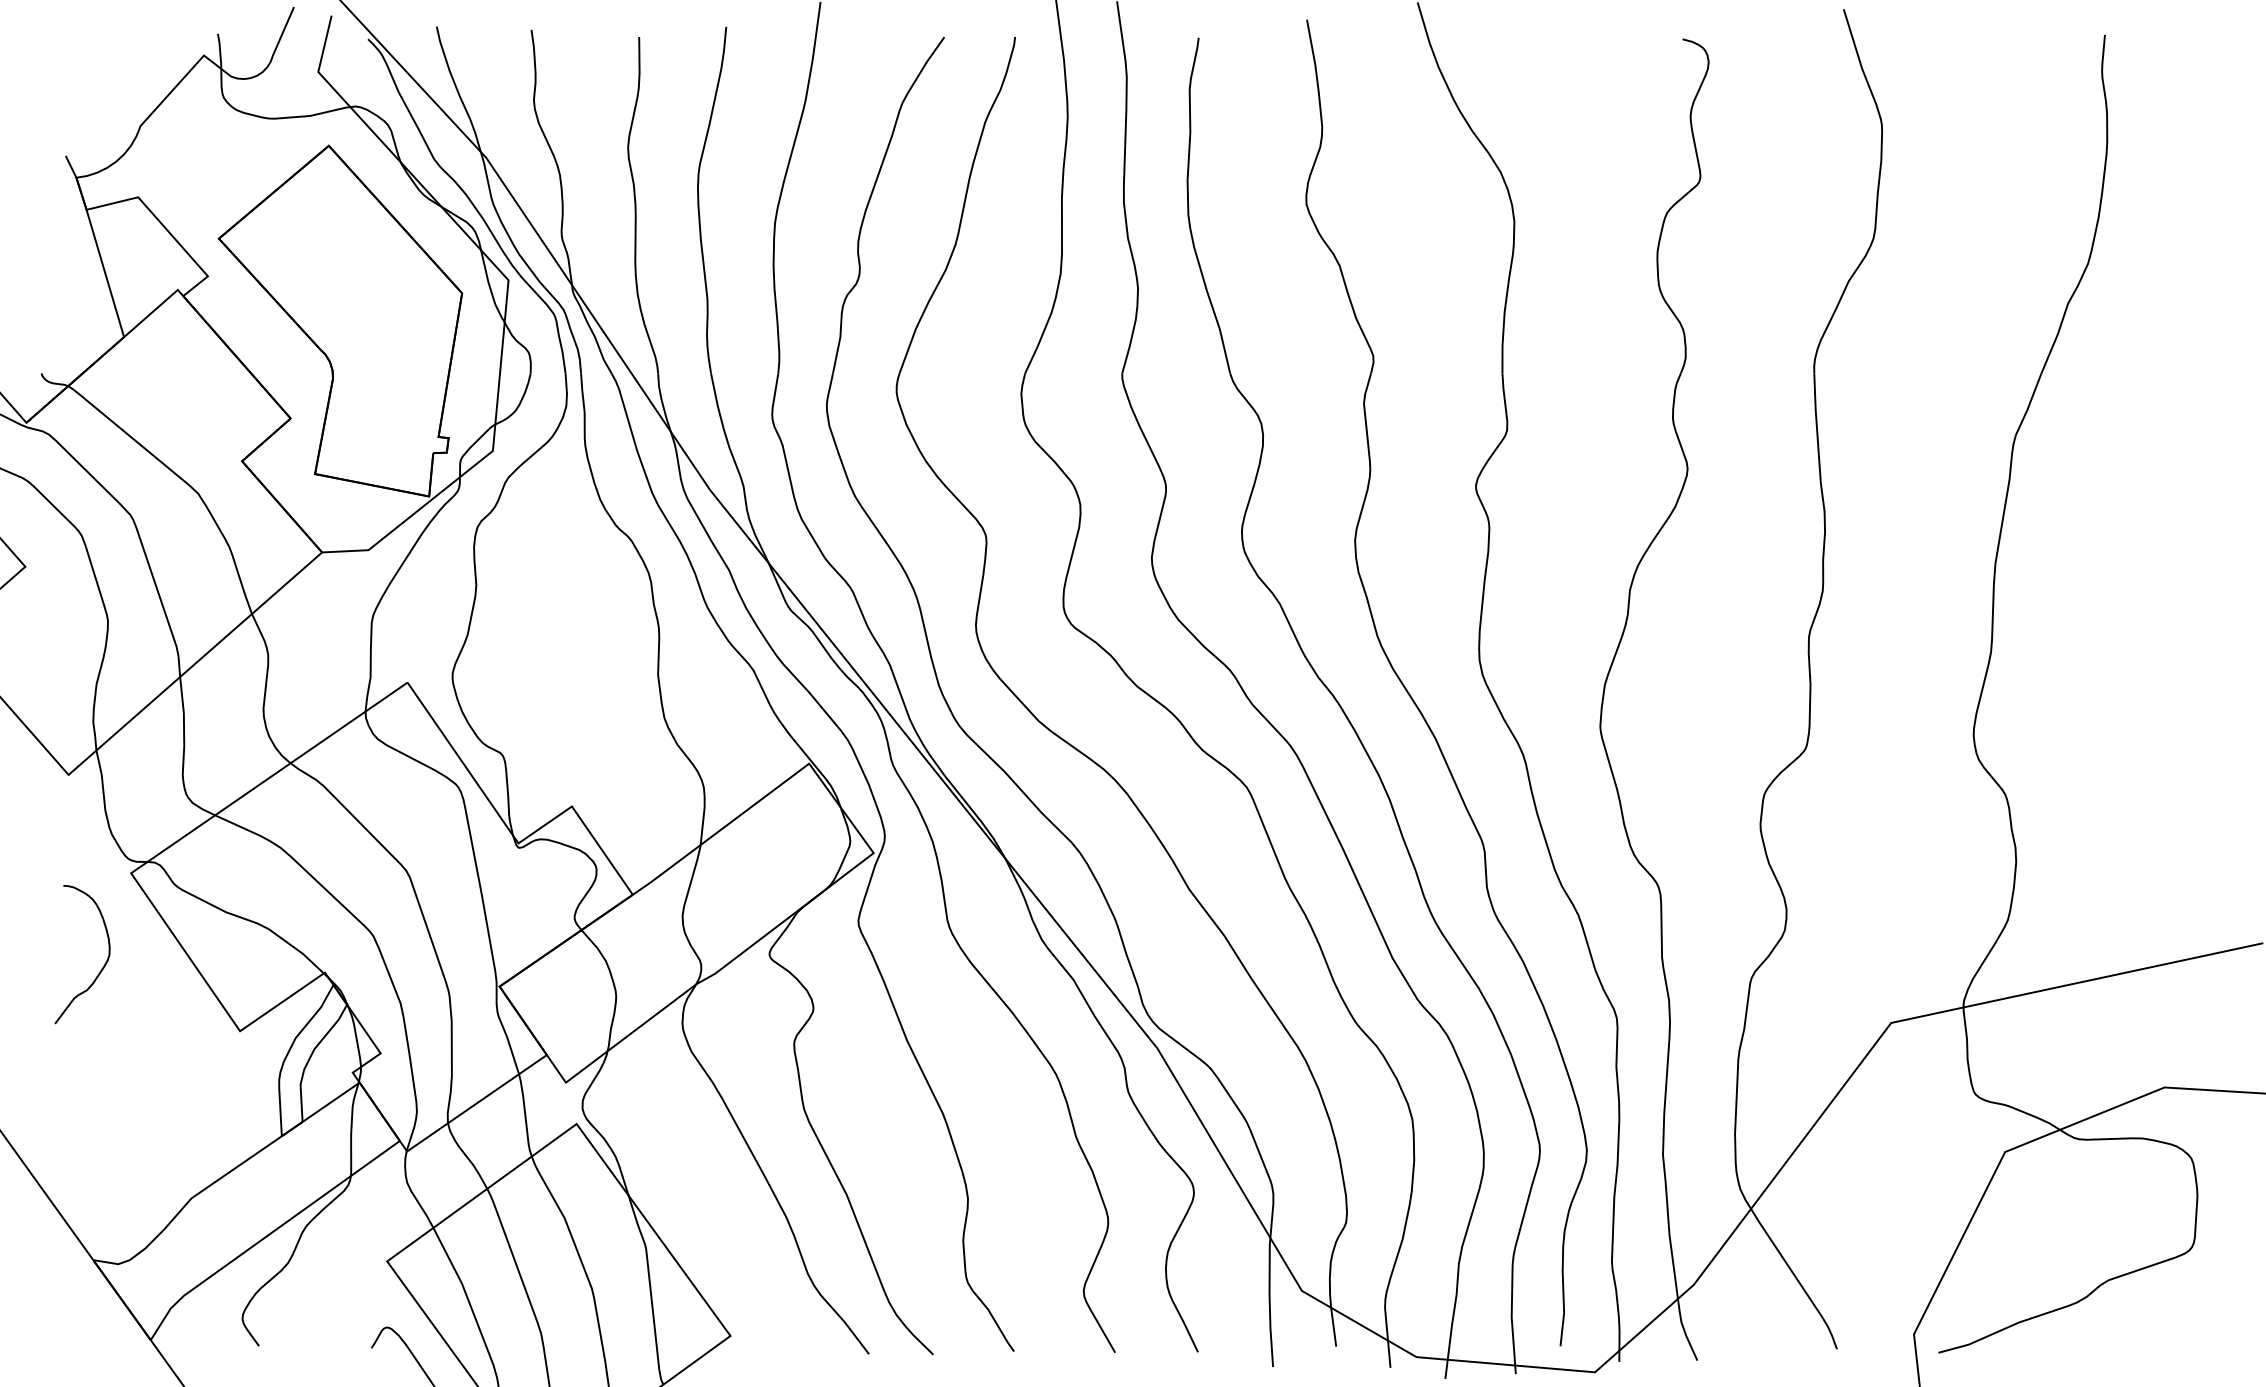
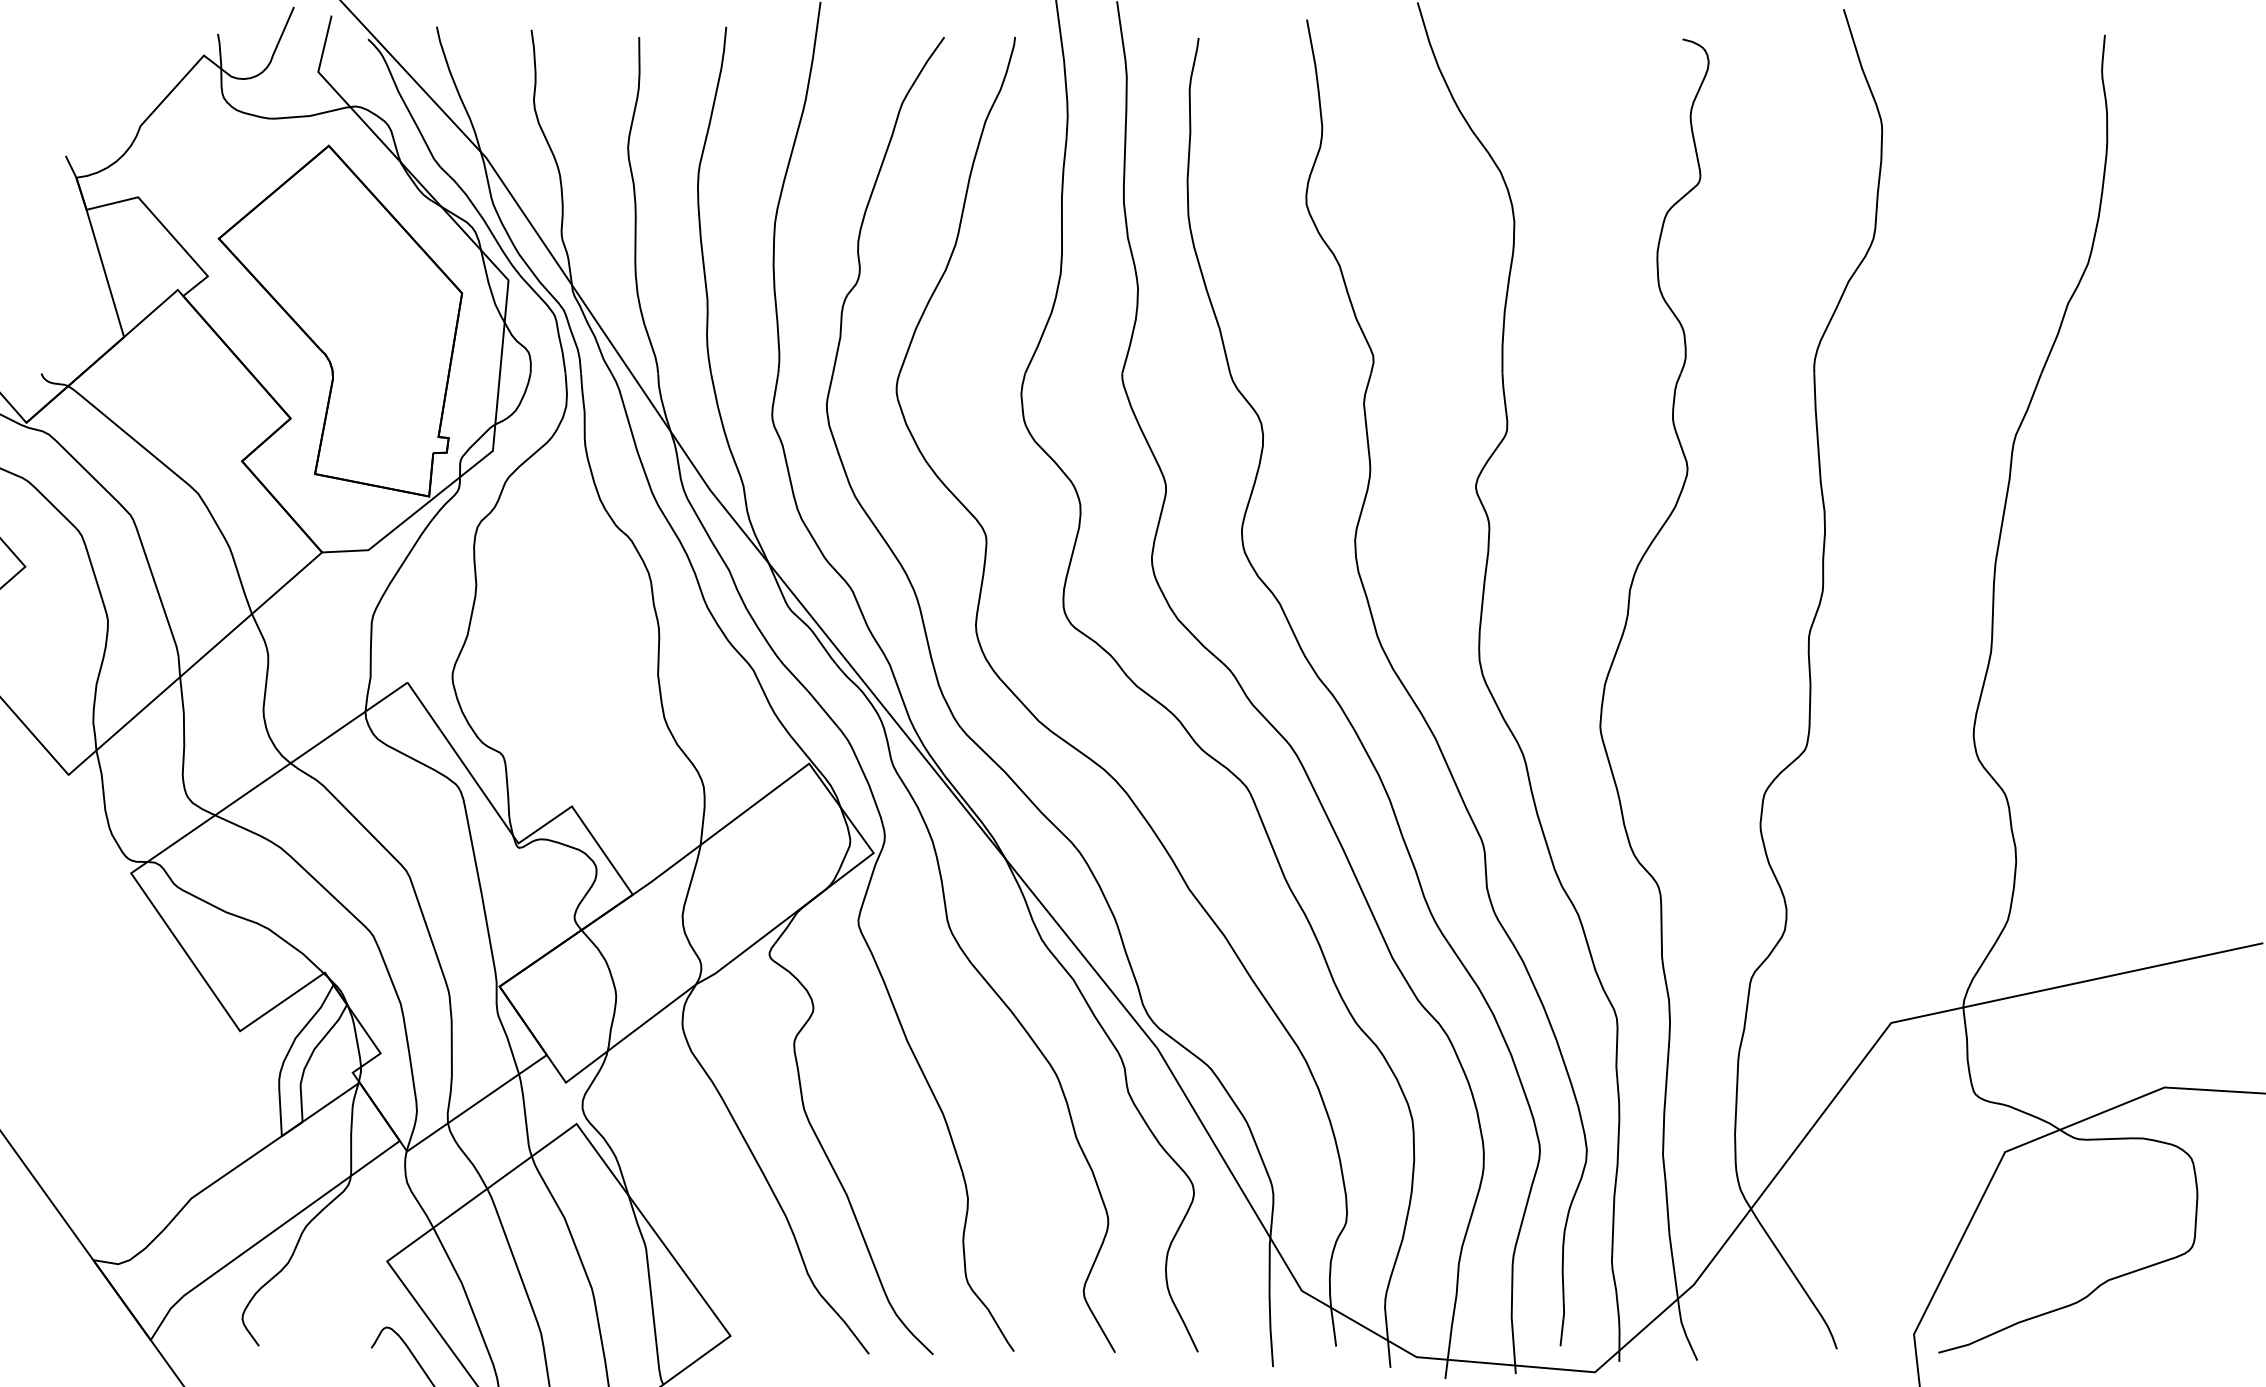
curve at (101, 968): present -> none
